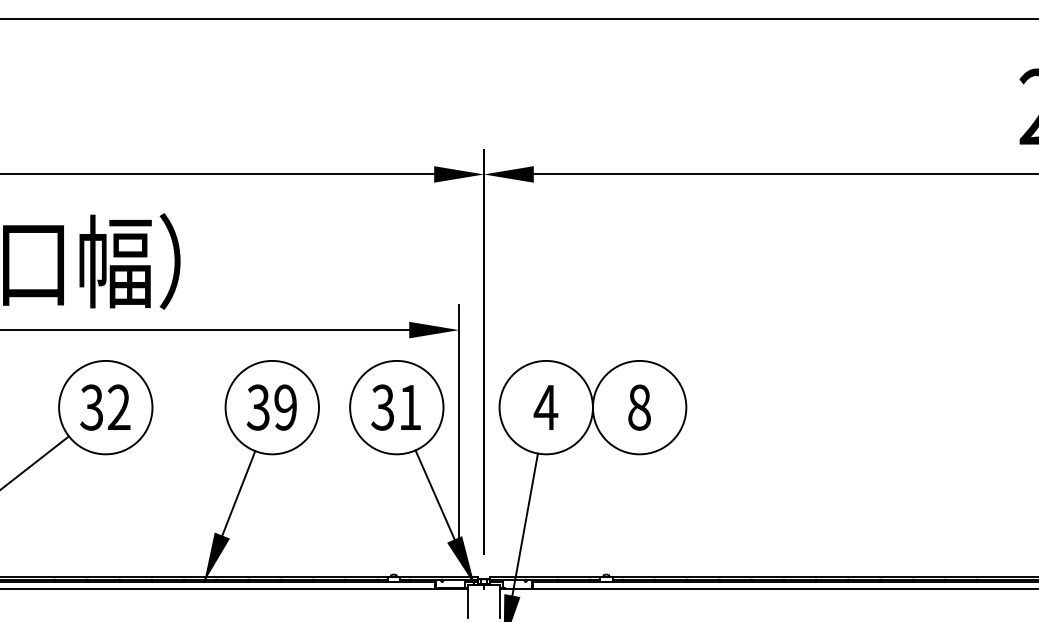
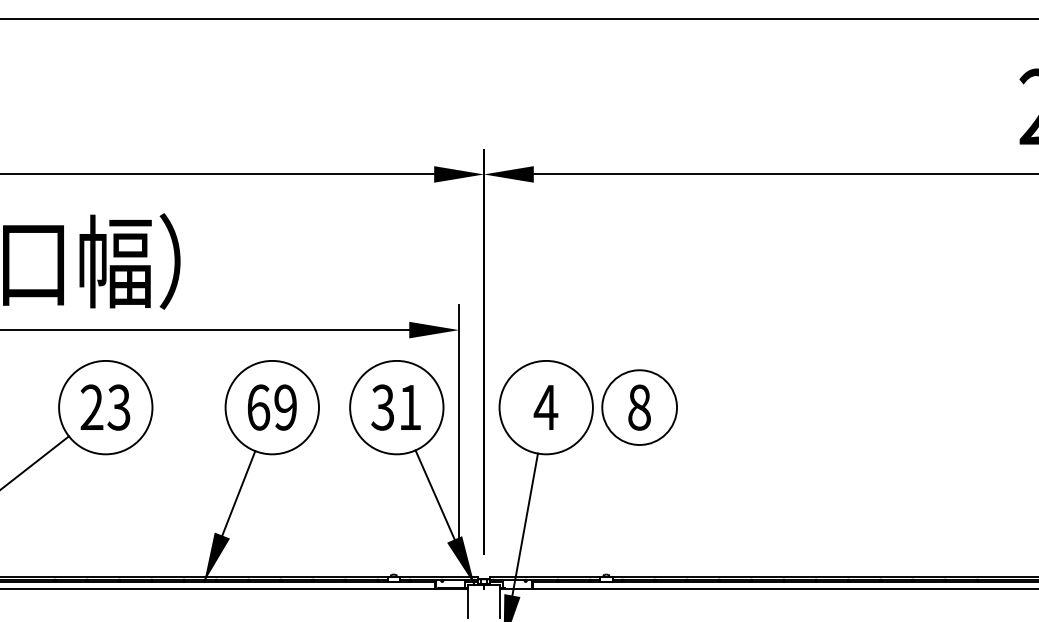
text at (105, 407): 32 -> 23
text at (258, 407): 39 -> 69
circle at (639, 407) diameter: 93 px -> 75 px
